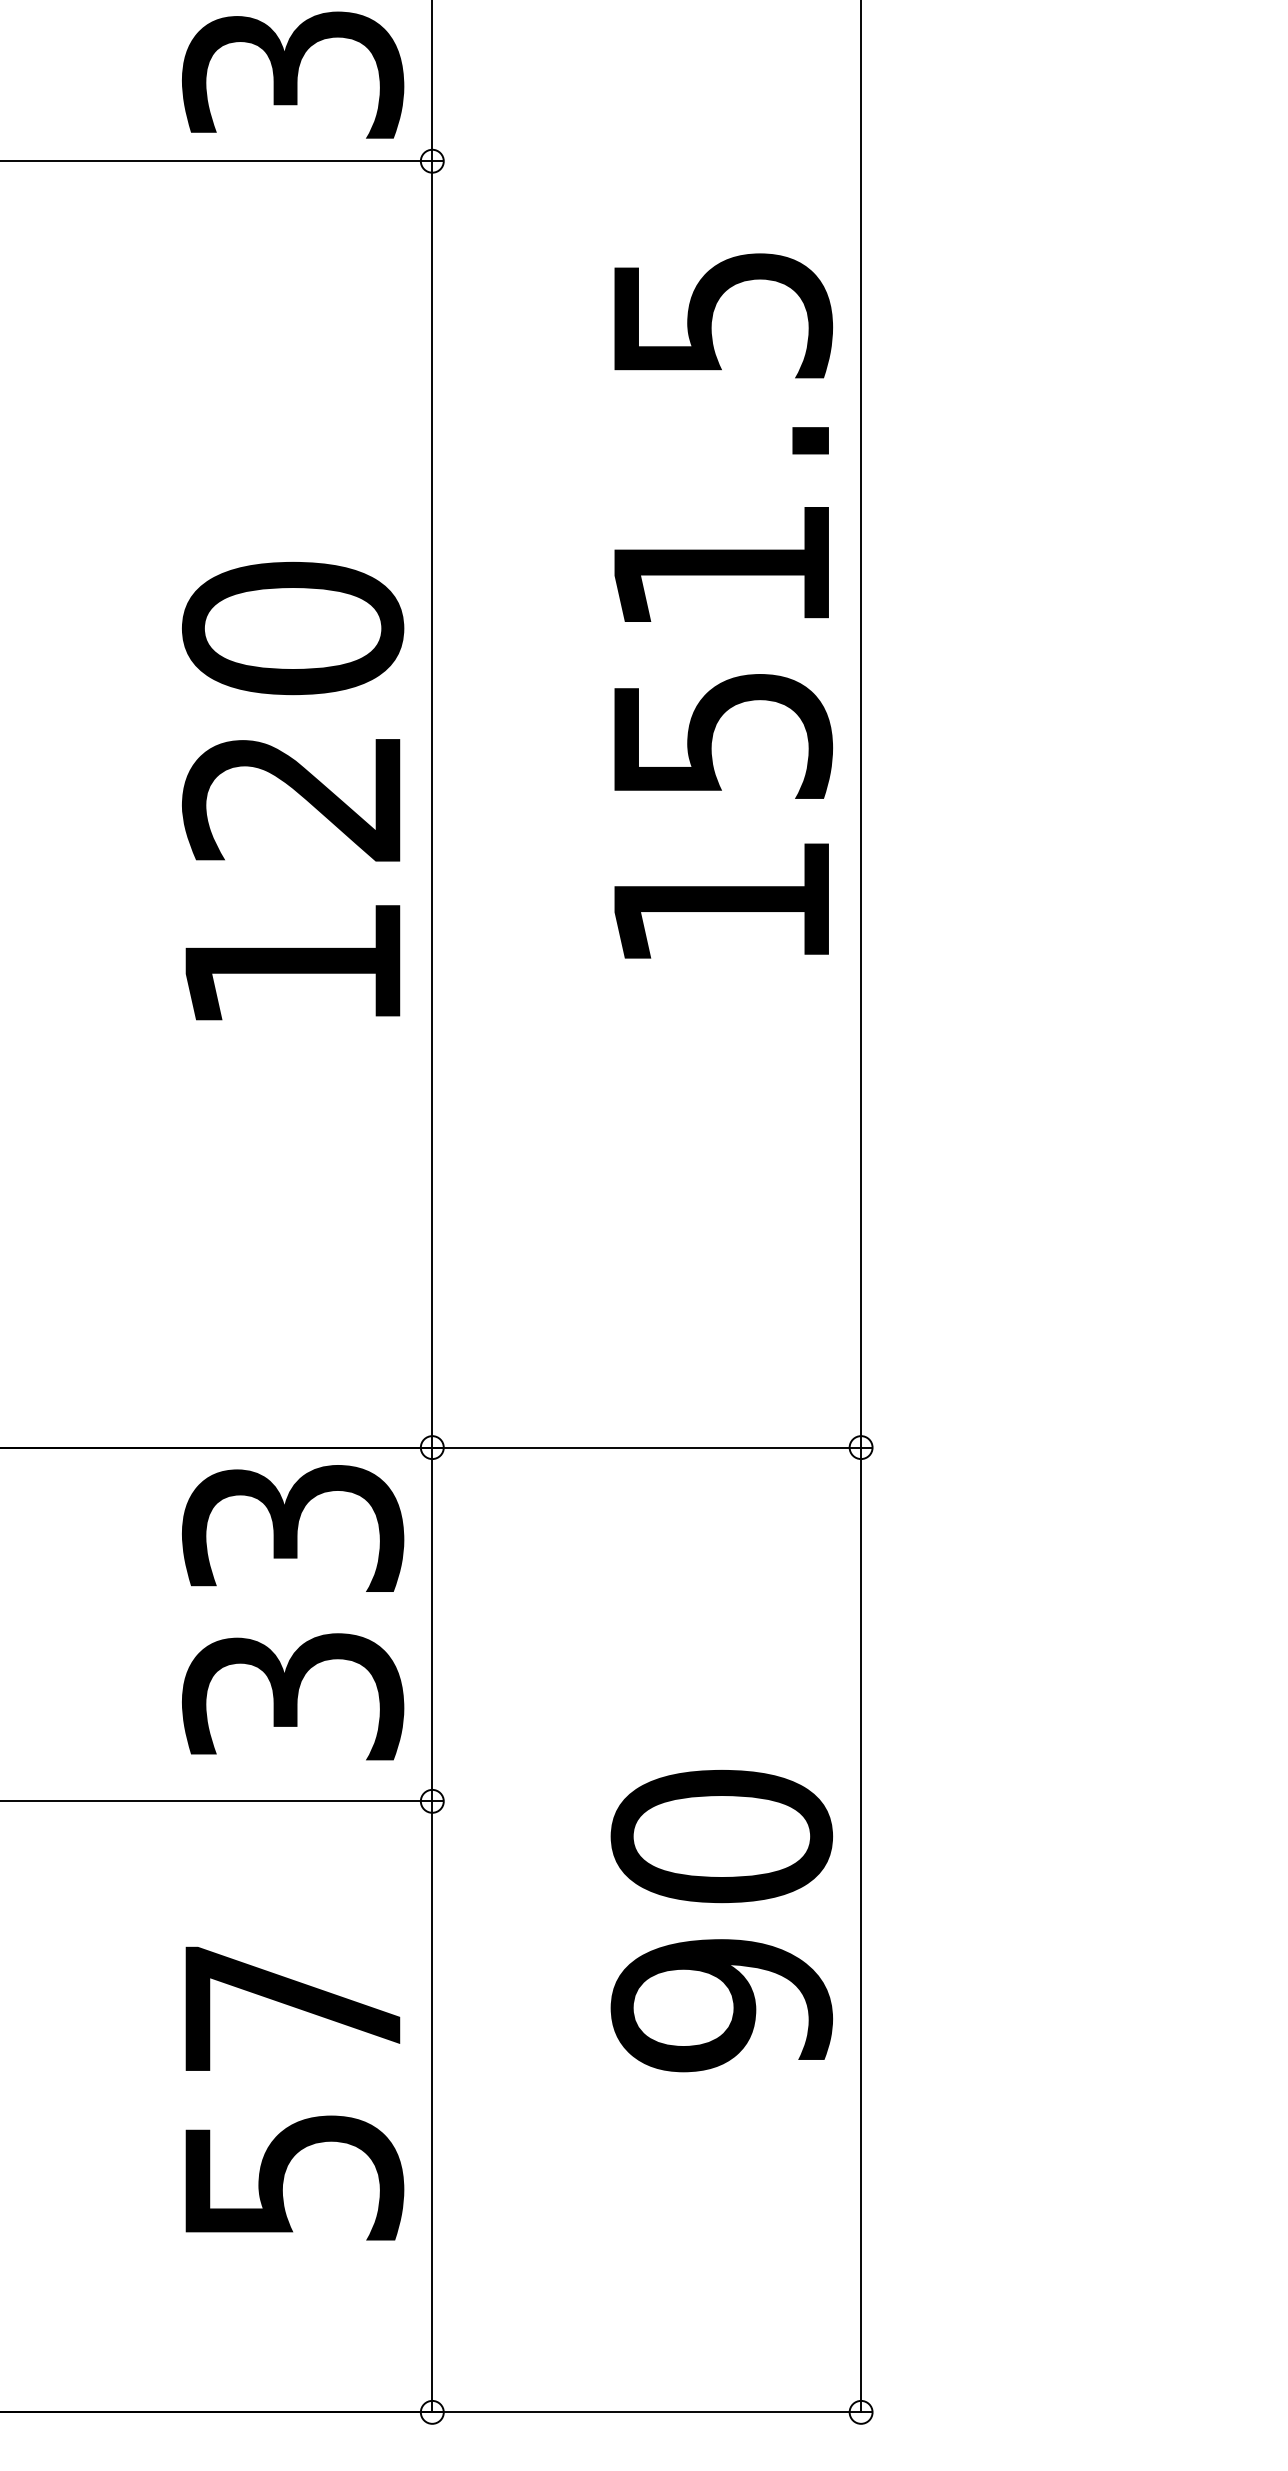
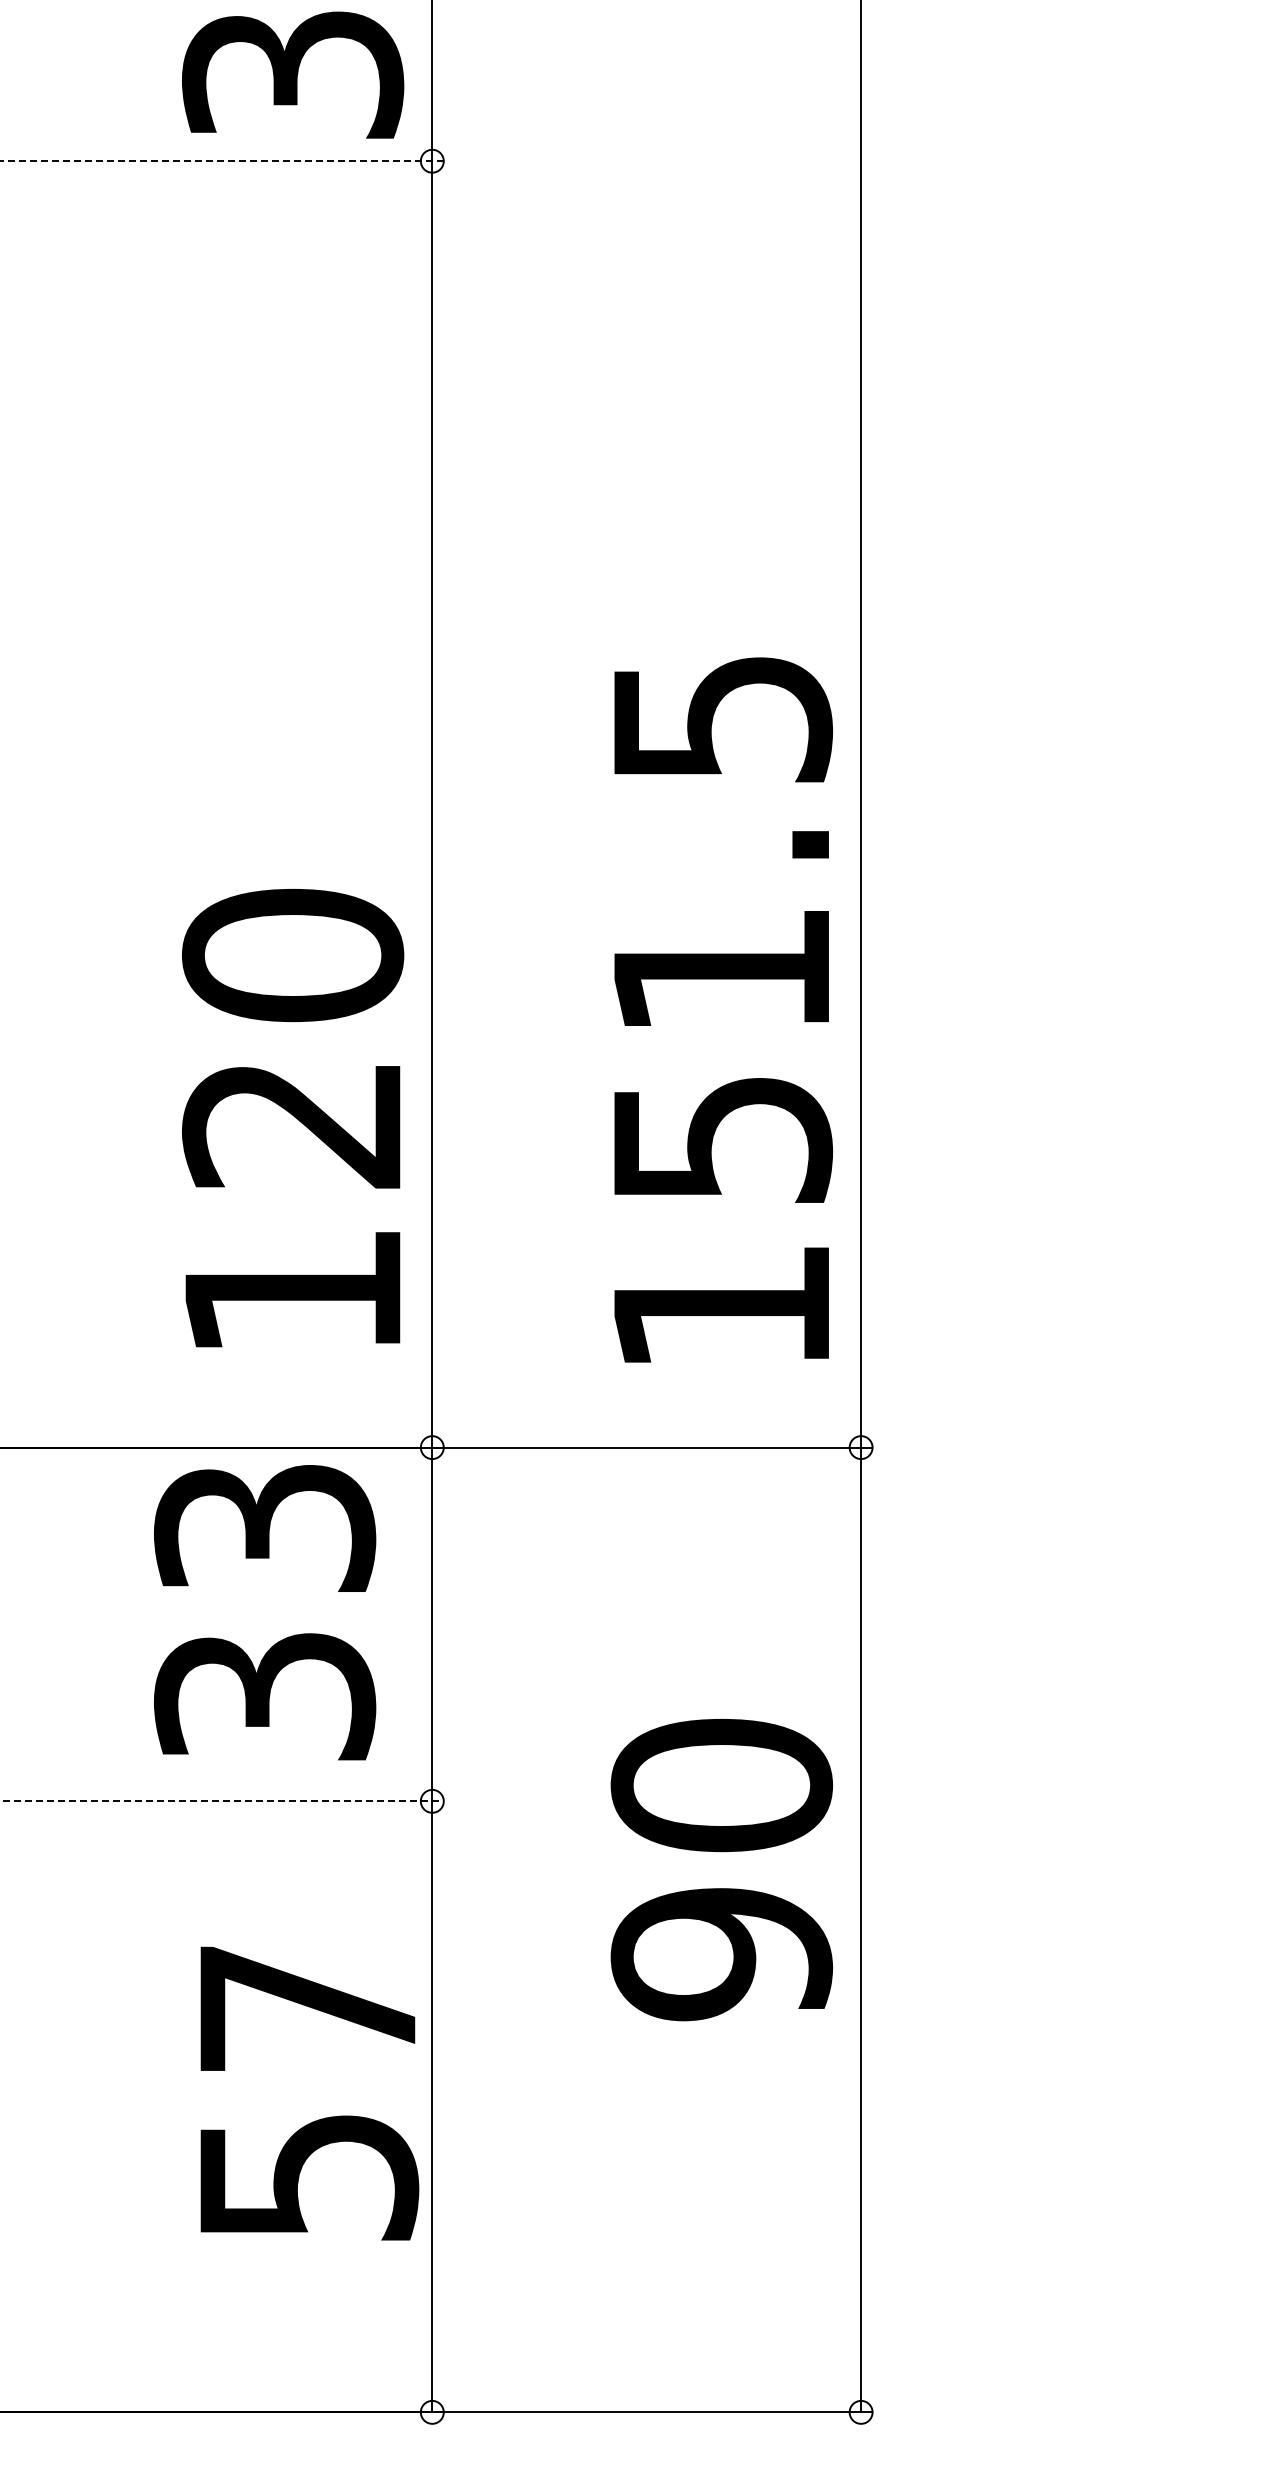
line at (222, 161): solid -> dashed
text at (723, 605) position: (723, 605) -> (723, 1009)
text at (293, 791) position: (293, 791) -> (293, 1118)
text at (293, 1612) position: (293, 1612) -> (265, 1612)
line at (222, 1801): solid -> dashed
text at (721, 1921) position: (721, 1921) -> (721, 1870)
text at (294, 2093) position: (294, 2093) -> (309, 2093)
